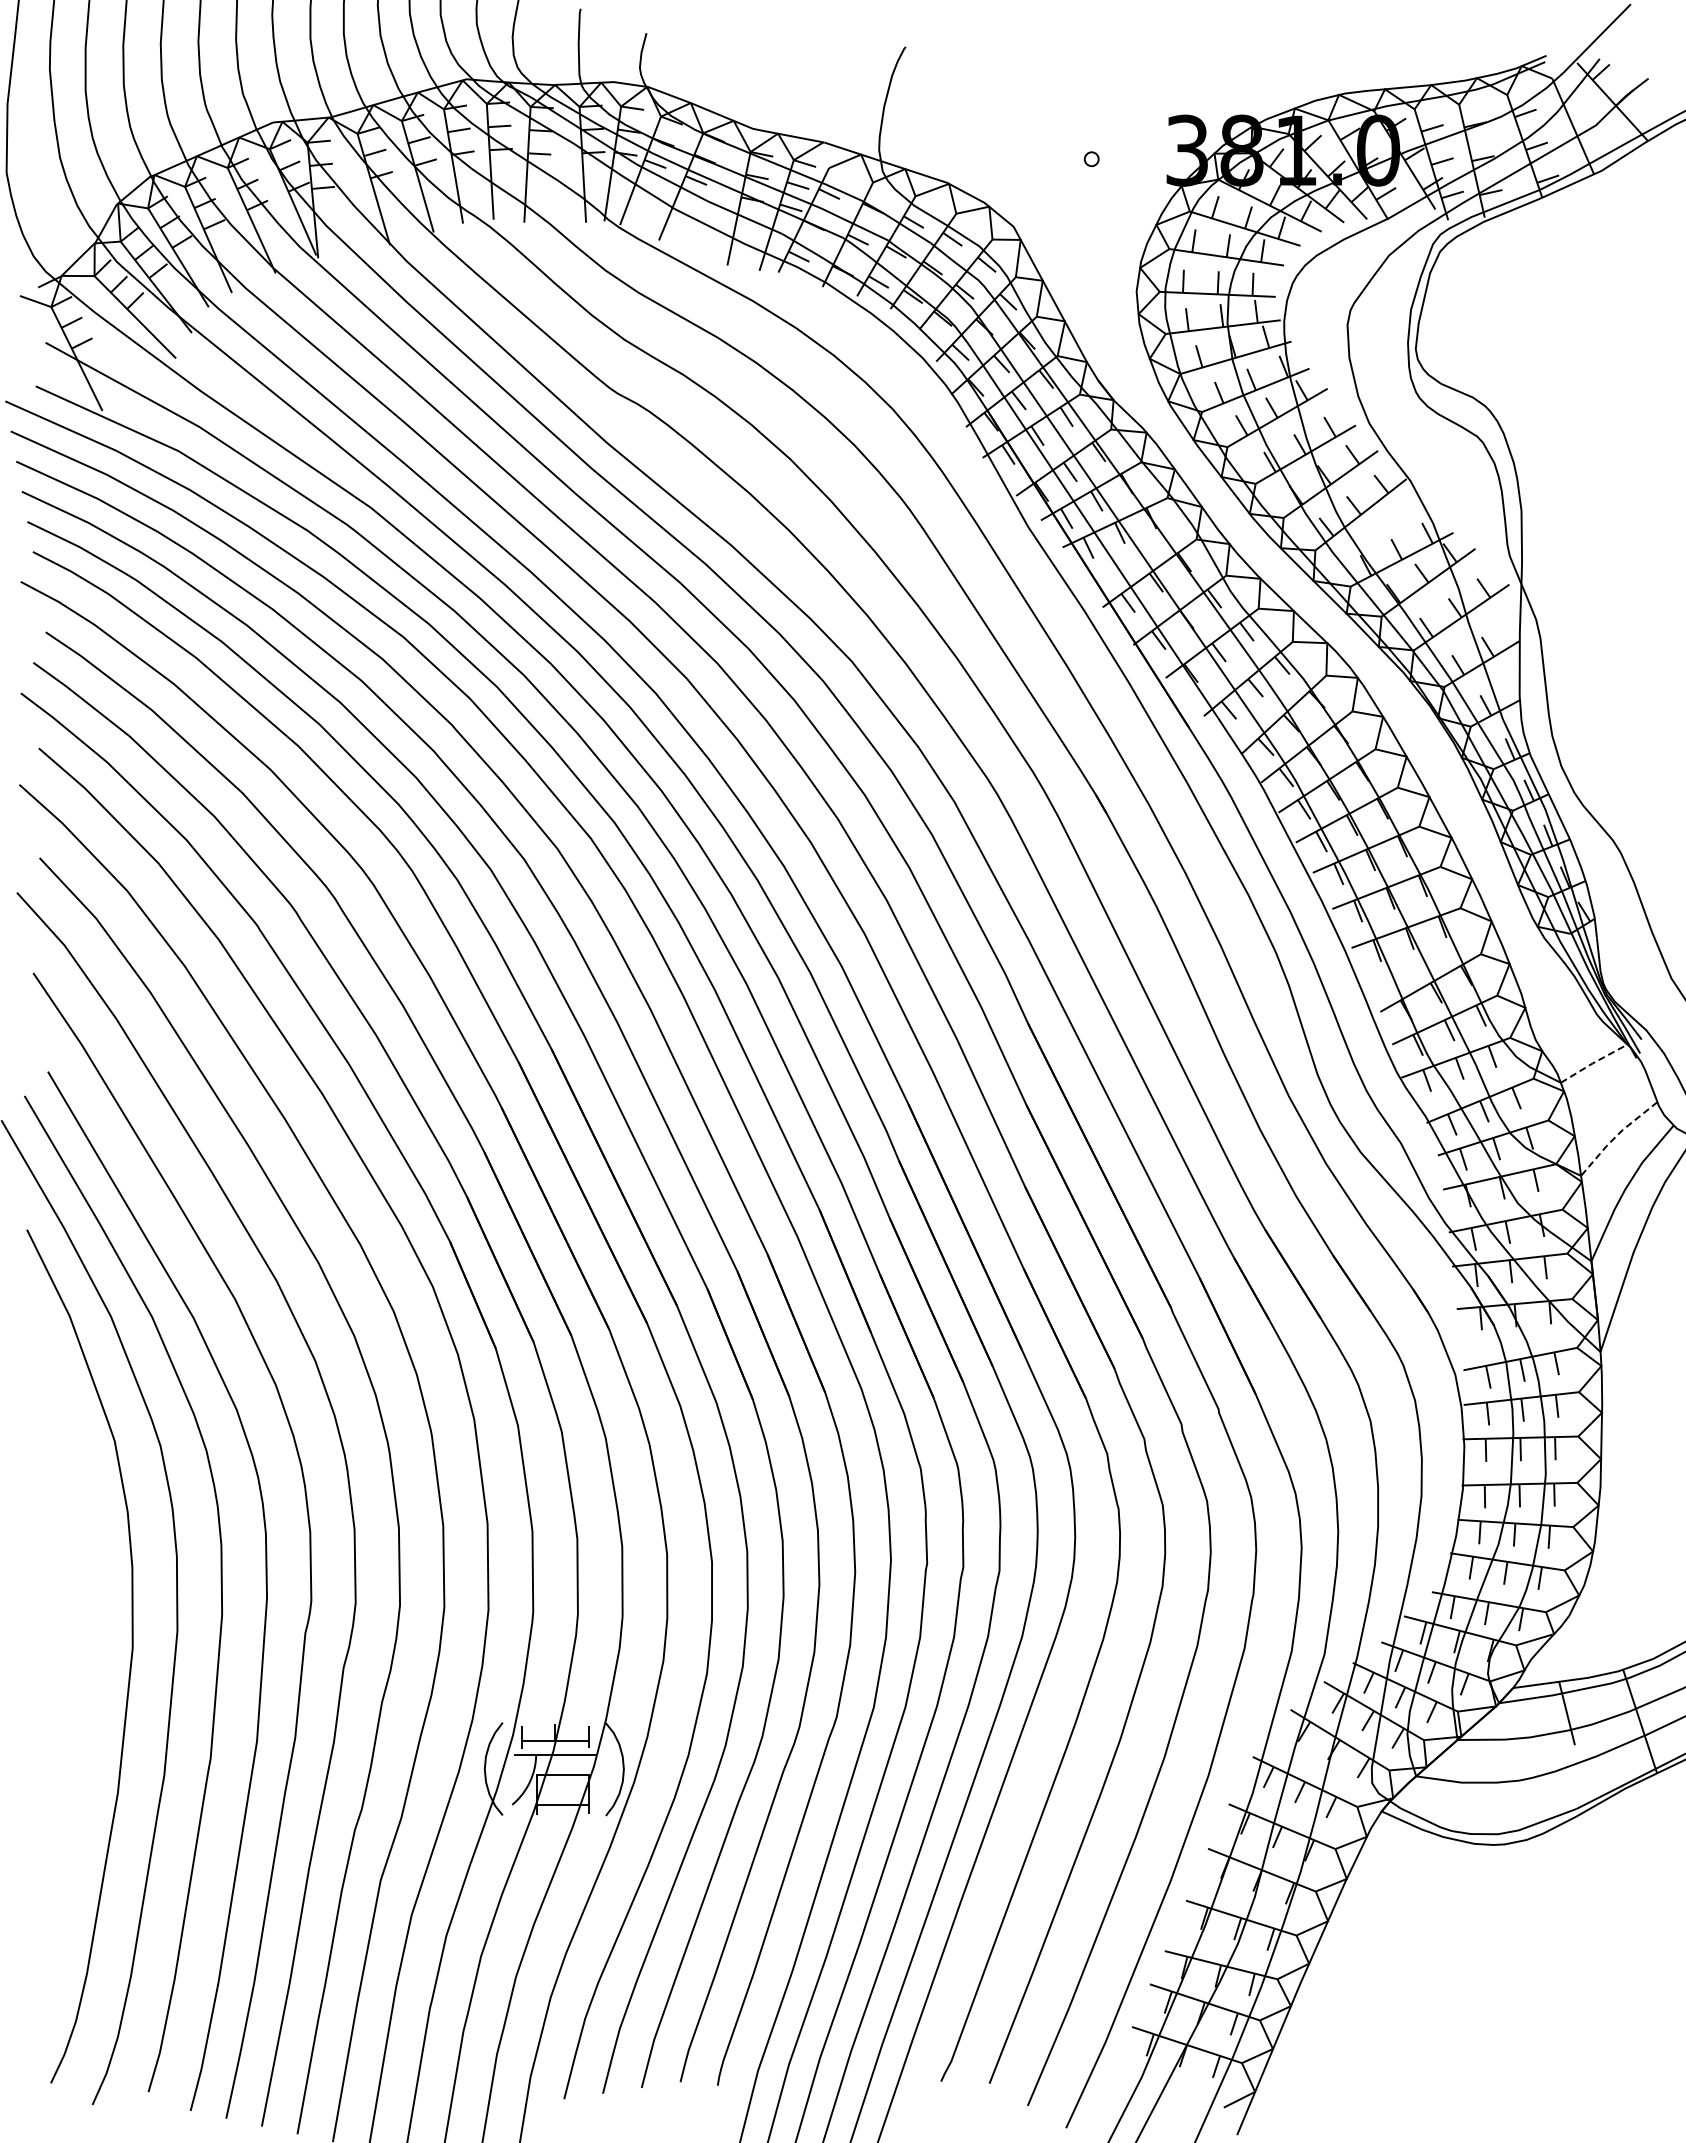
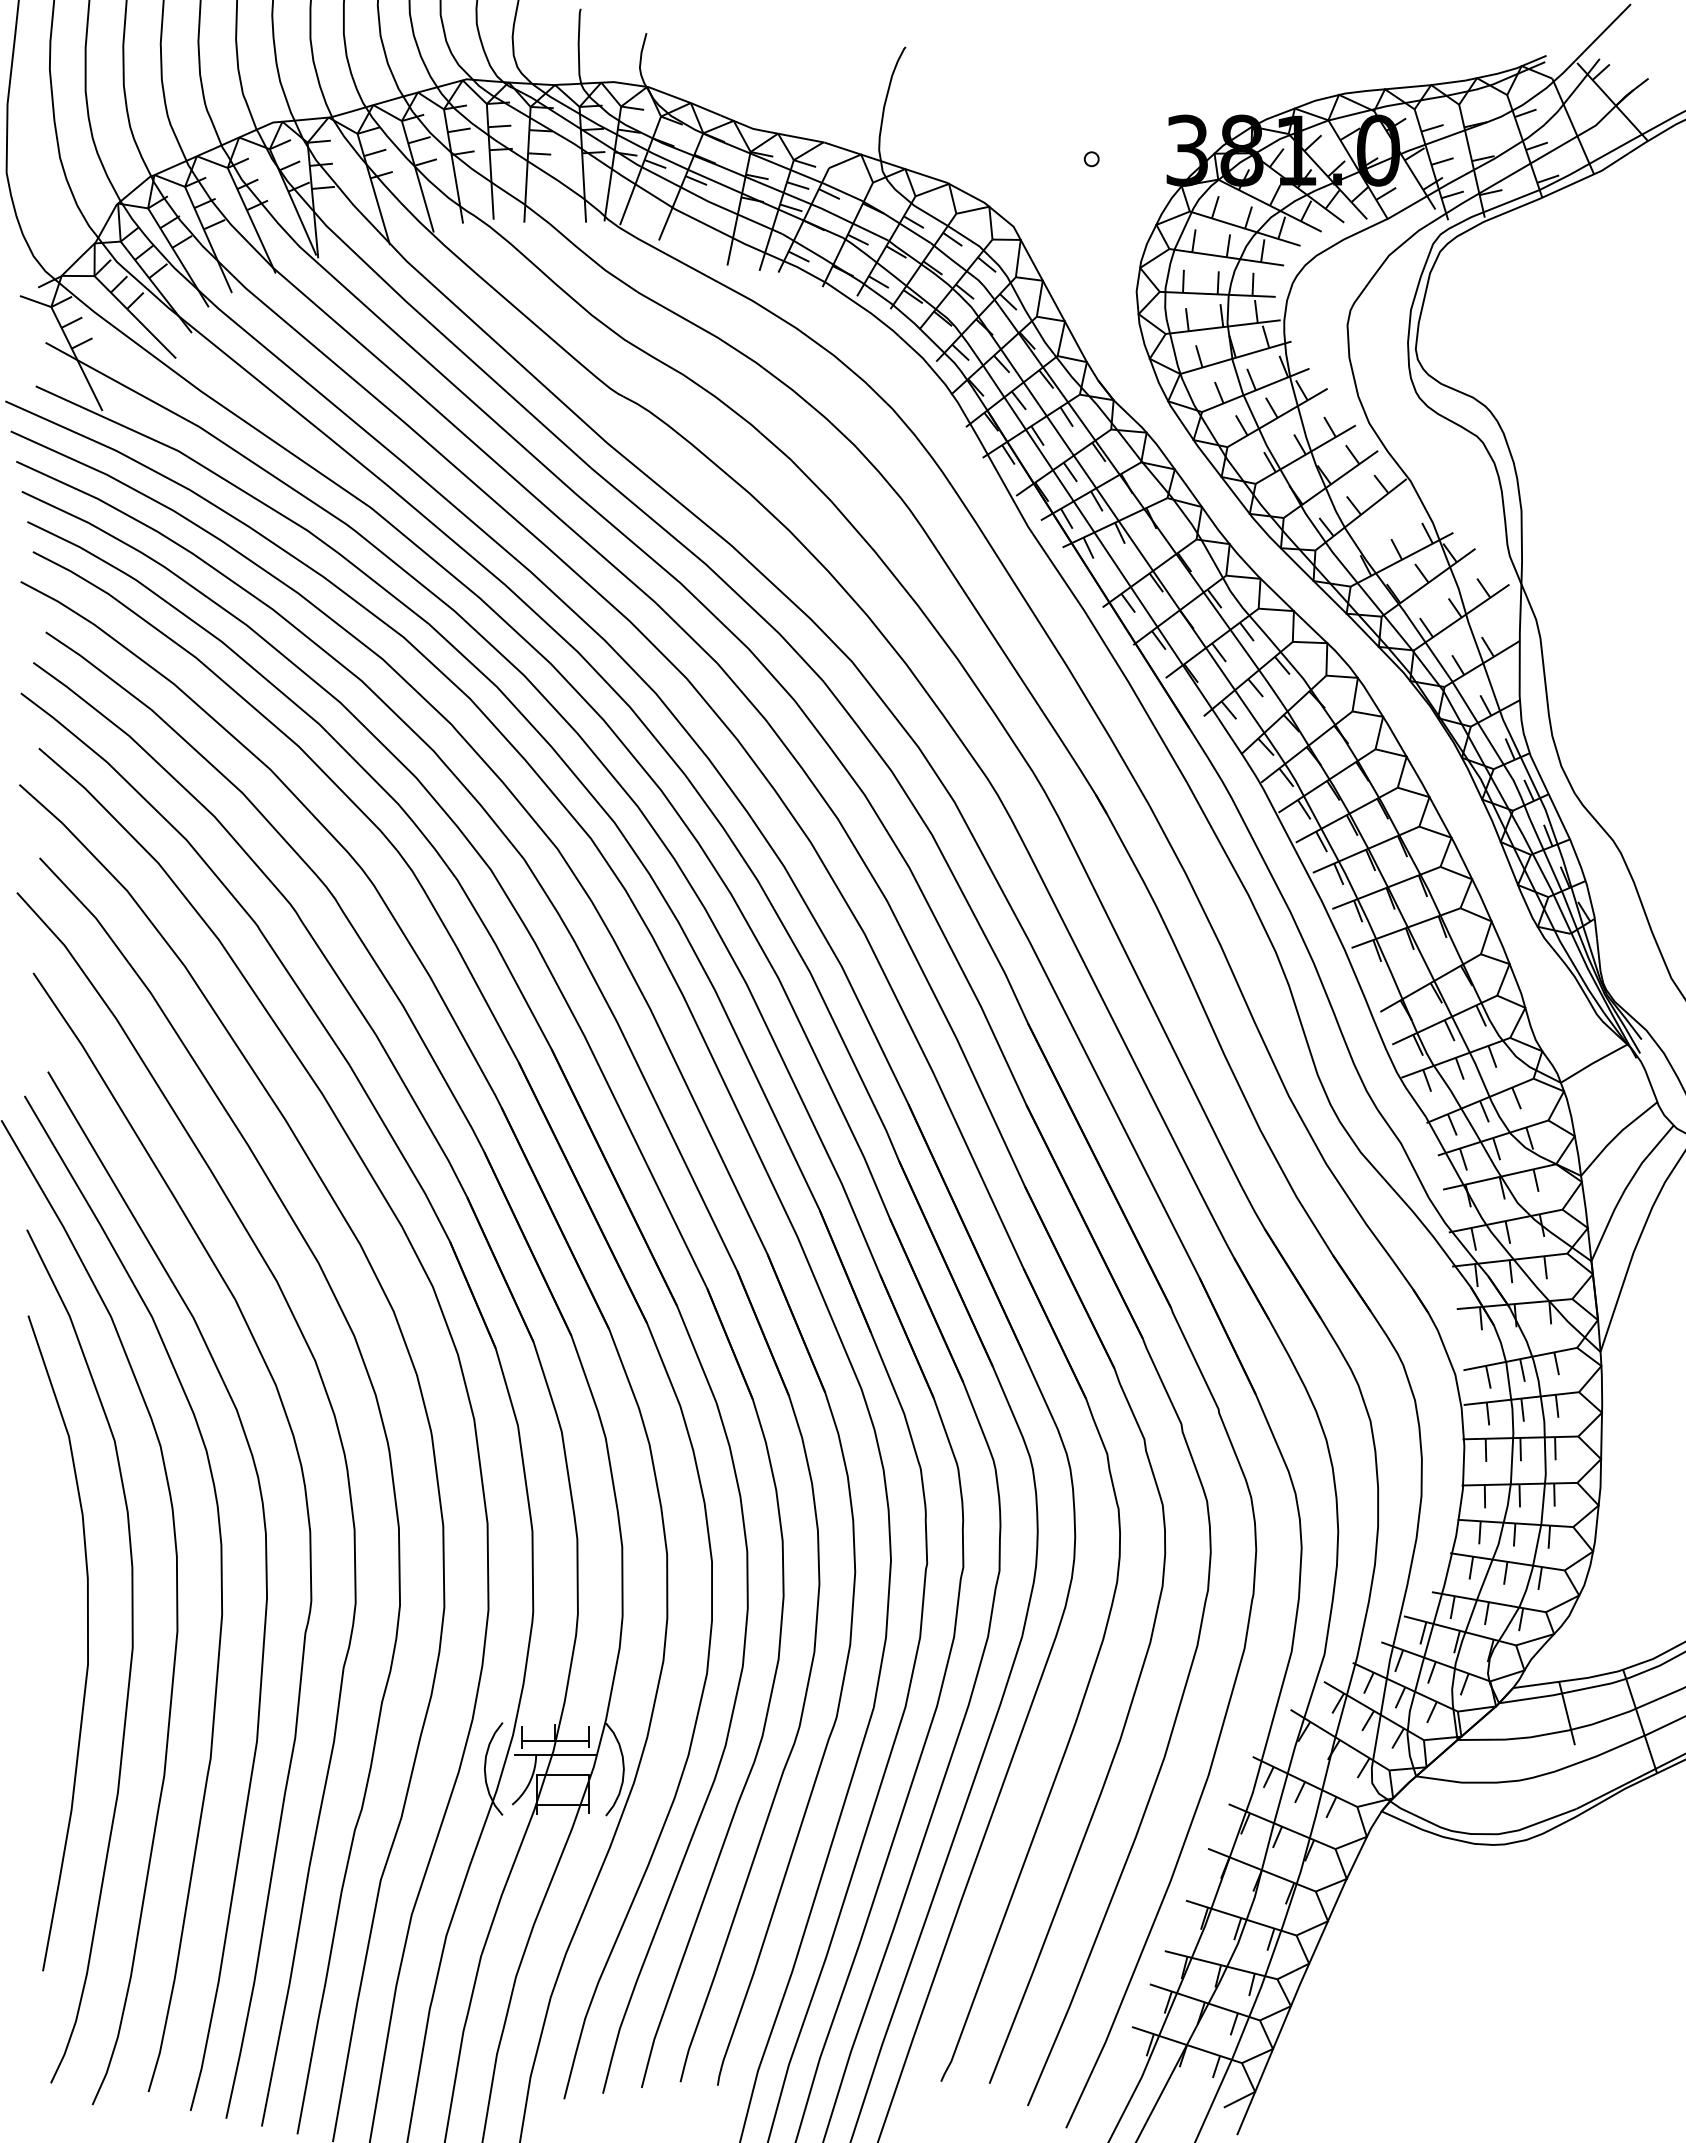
line at (1593, 1063): dashed -> solid
line at (1616, 1136): dashed -> solid
curve at (87, 1643): none -> present
